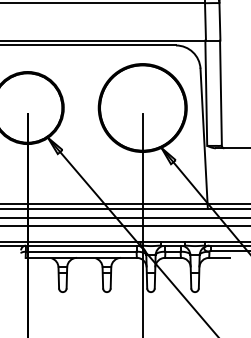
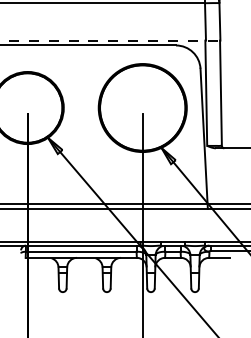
line at (110, 40): solid -> dashed
line at (124, 218): present -> none
line at (124, 226): present -> none
